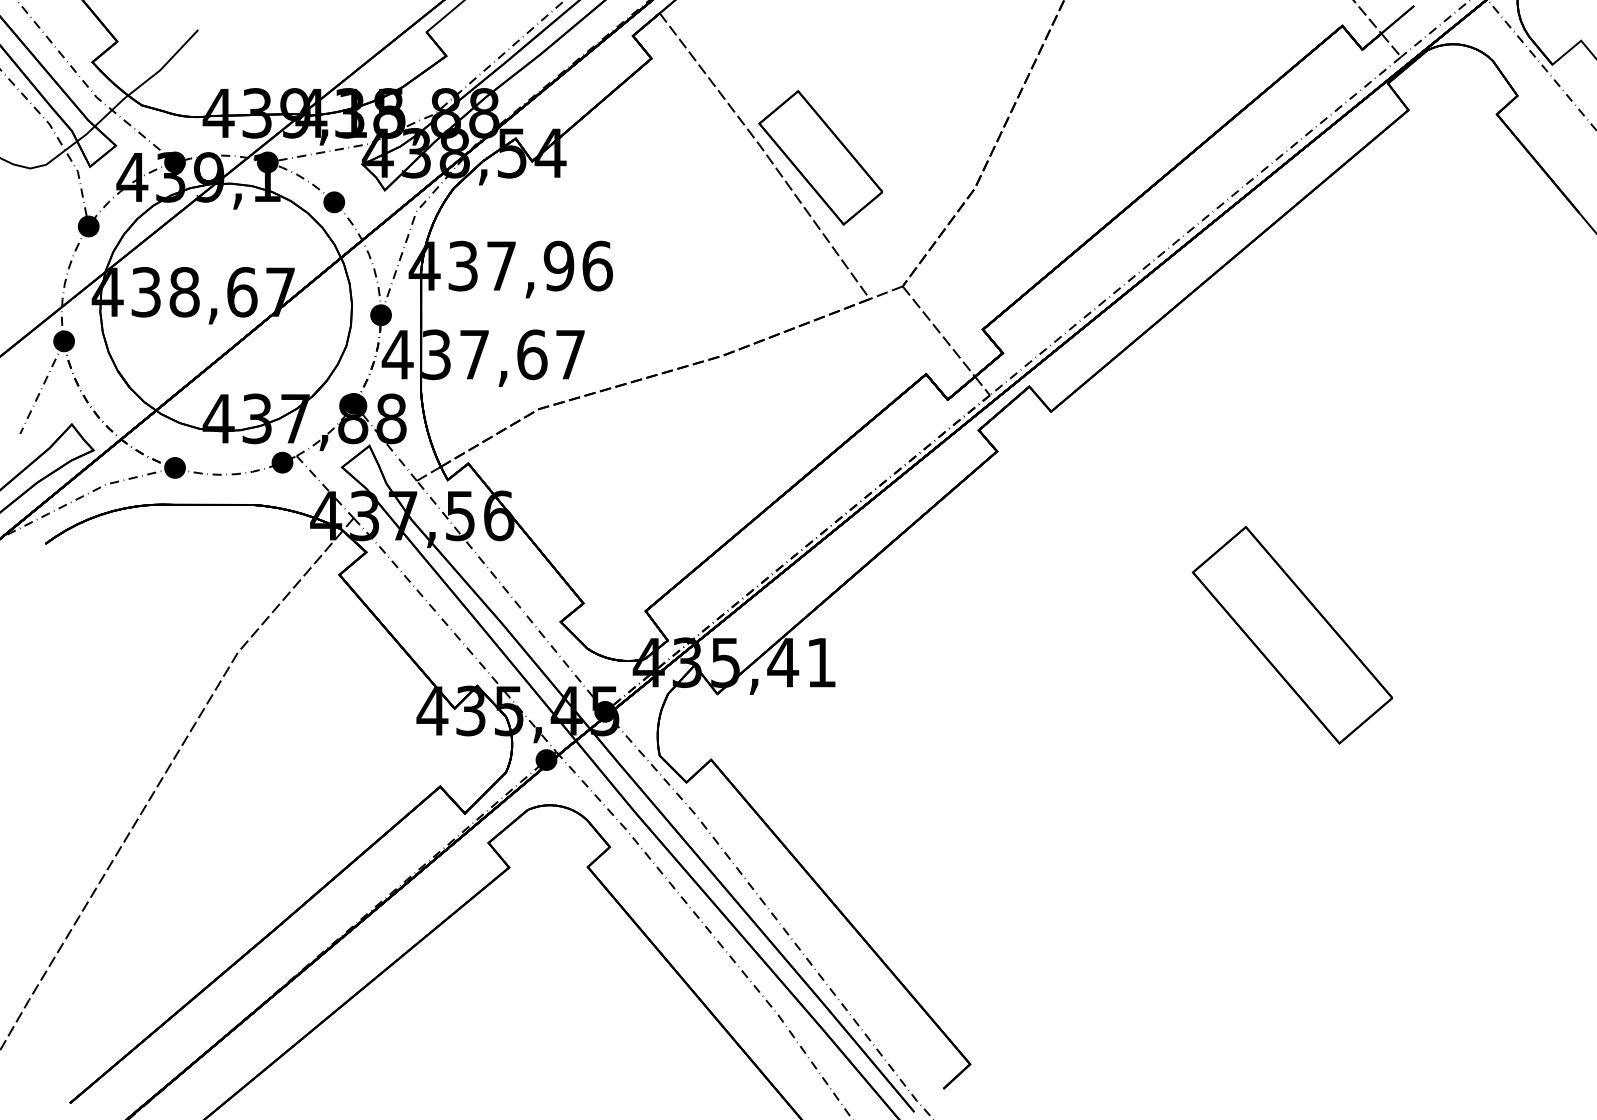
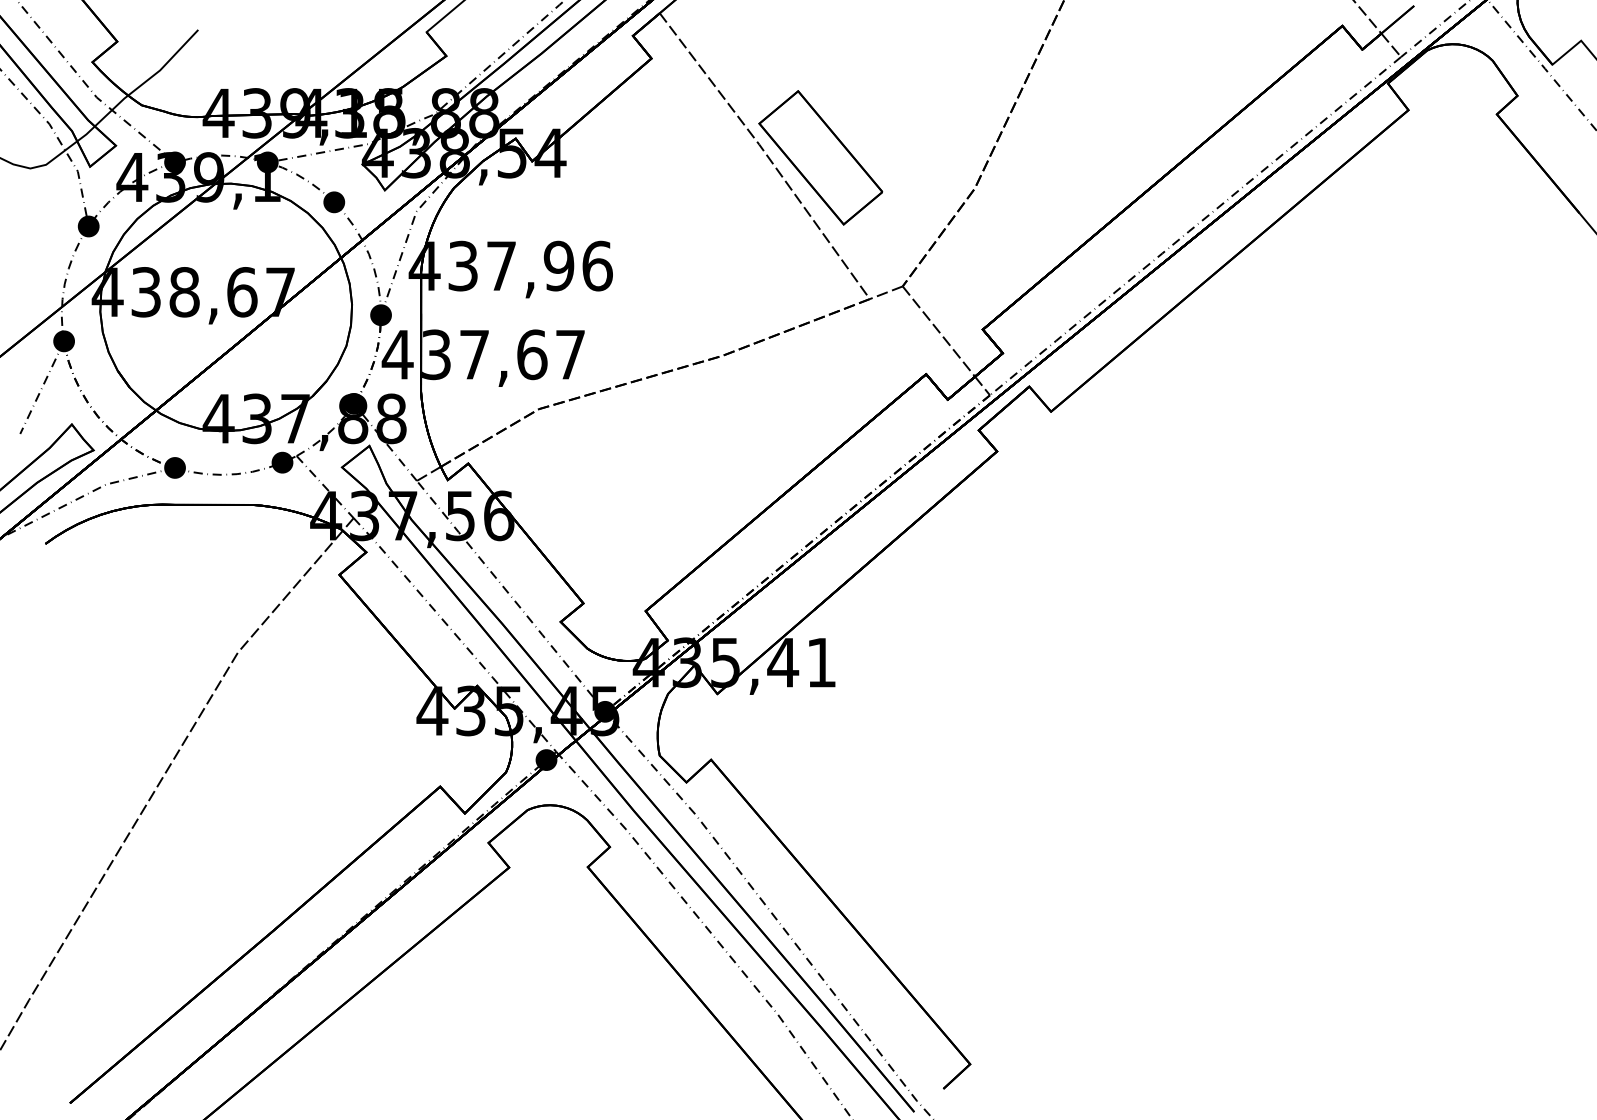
part at (1291, 635): present -> none
